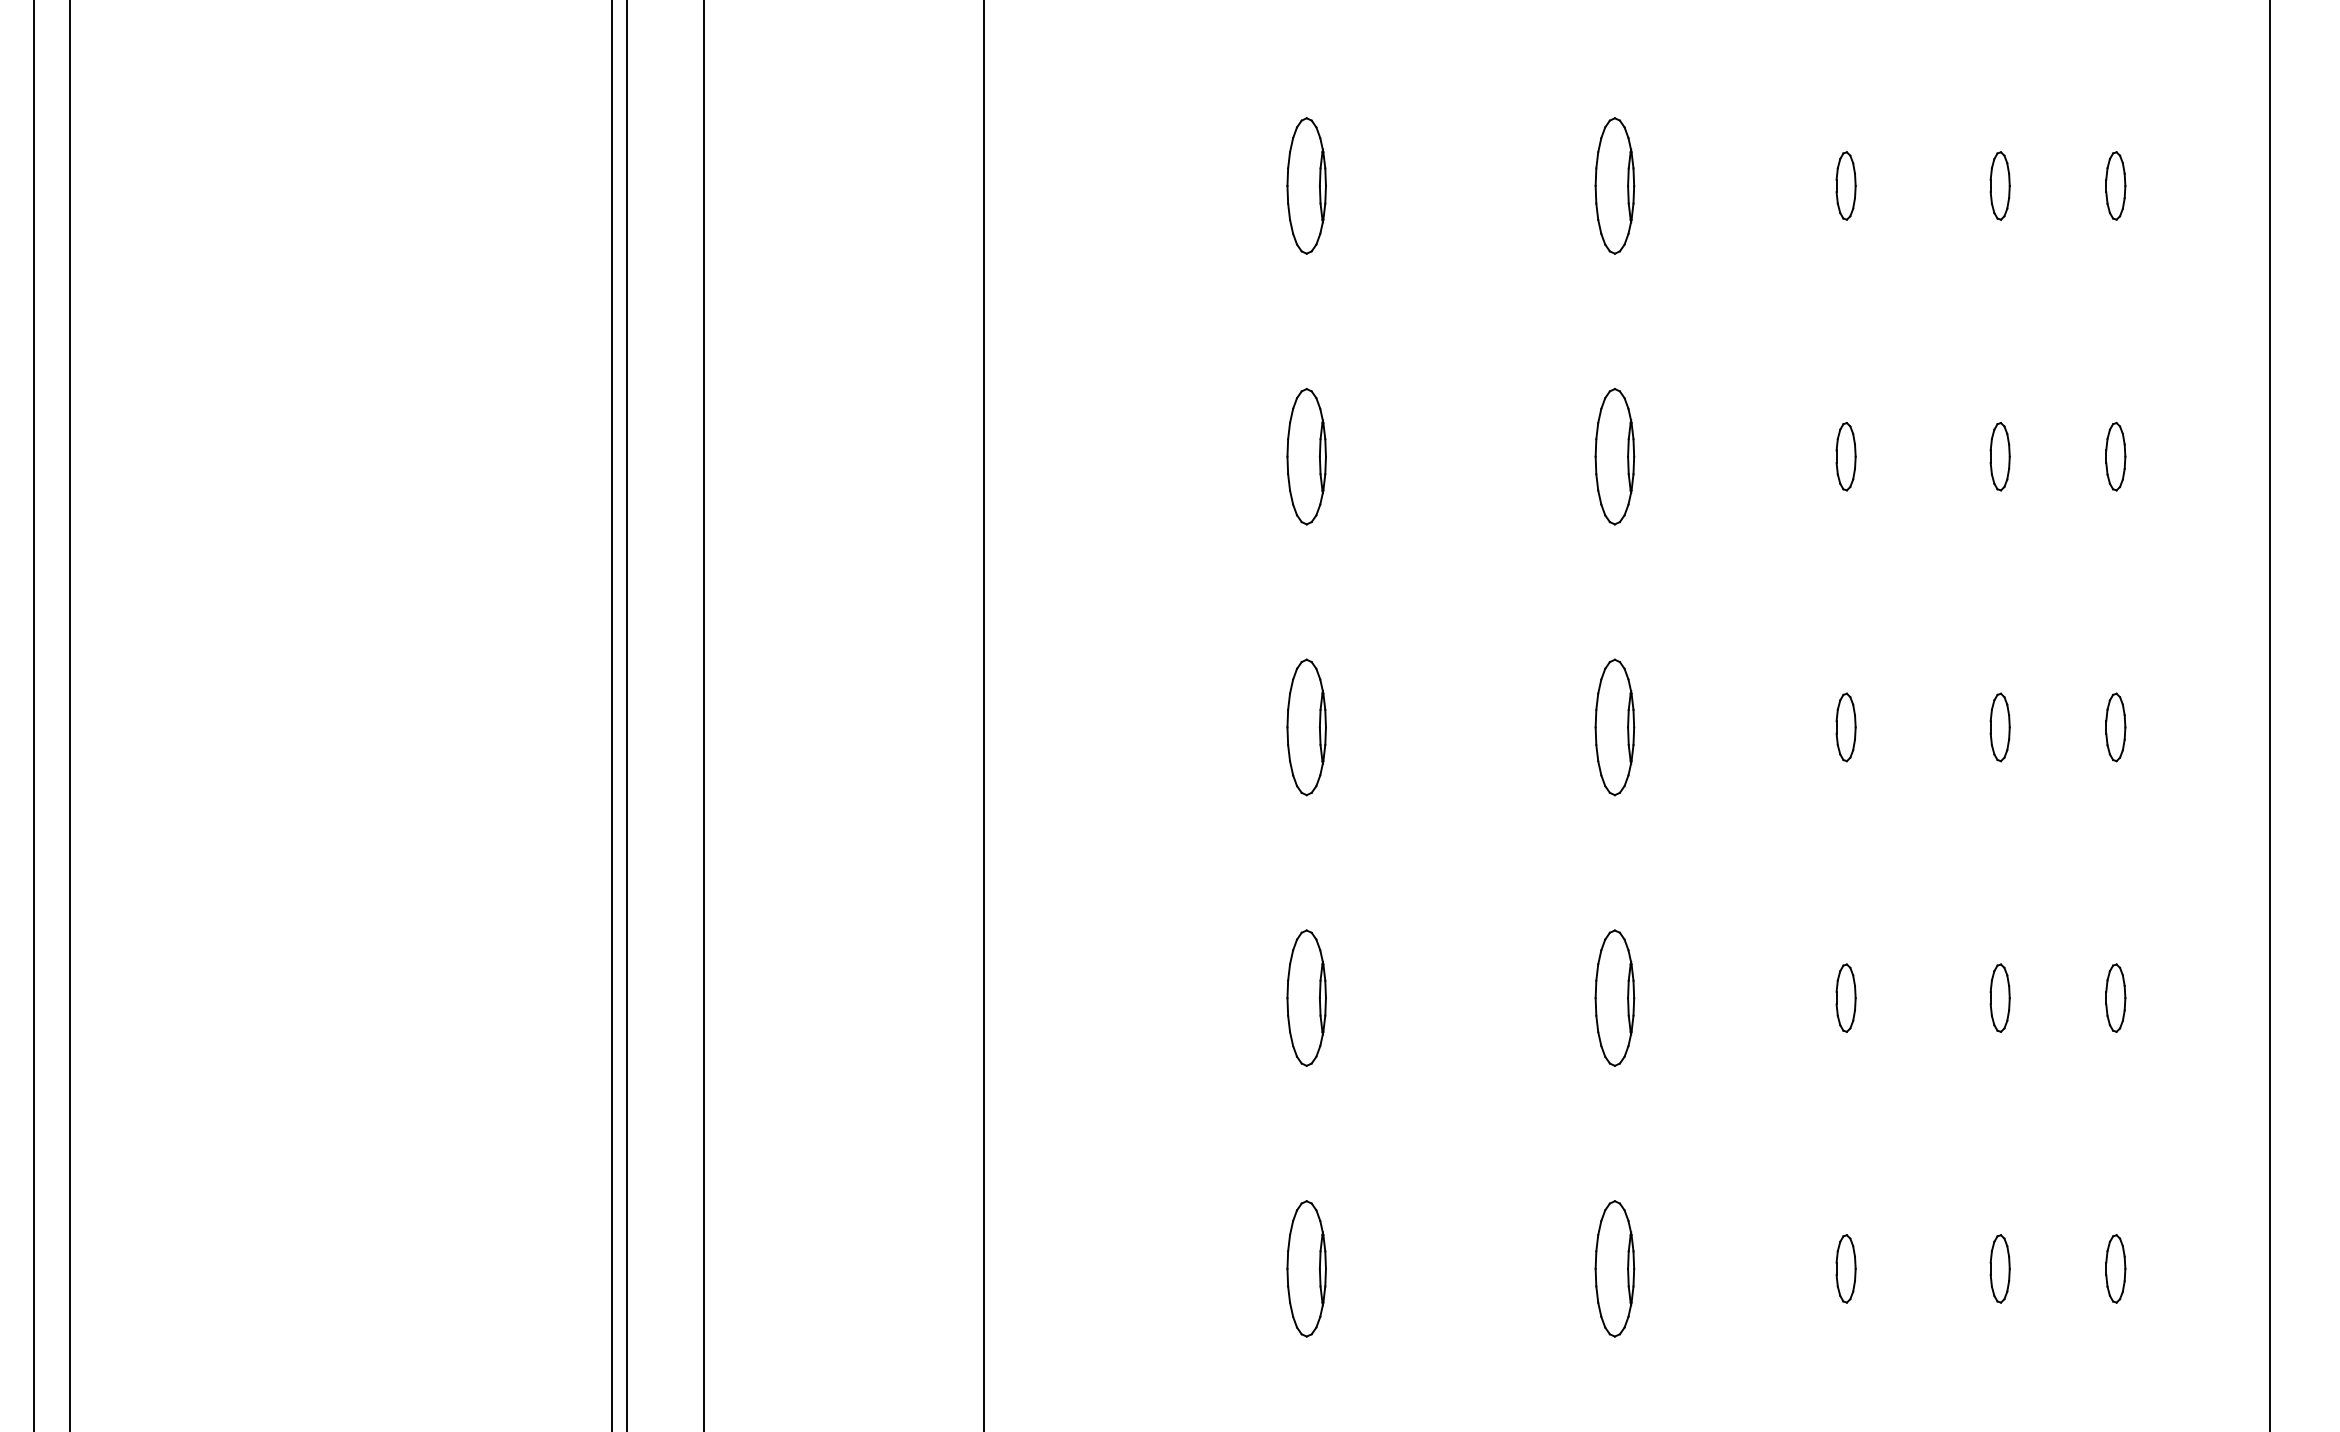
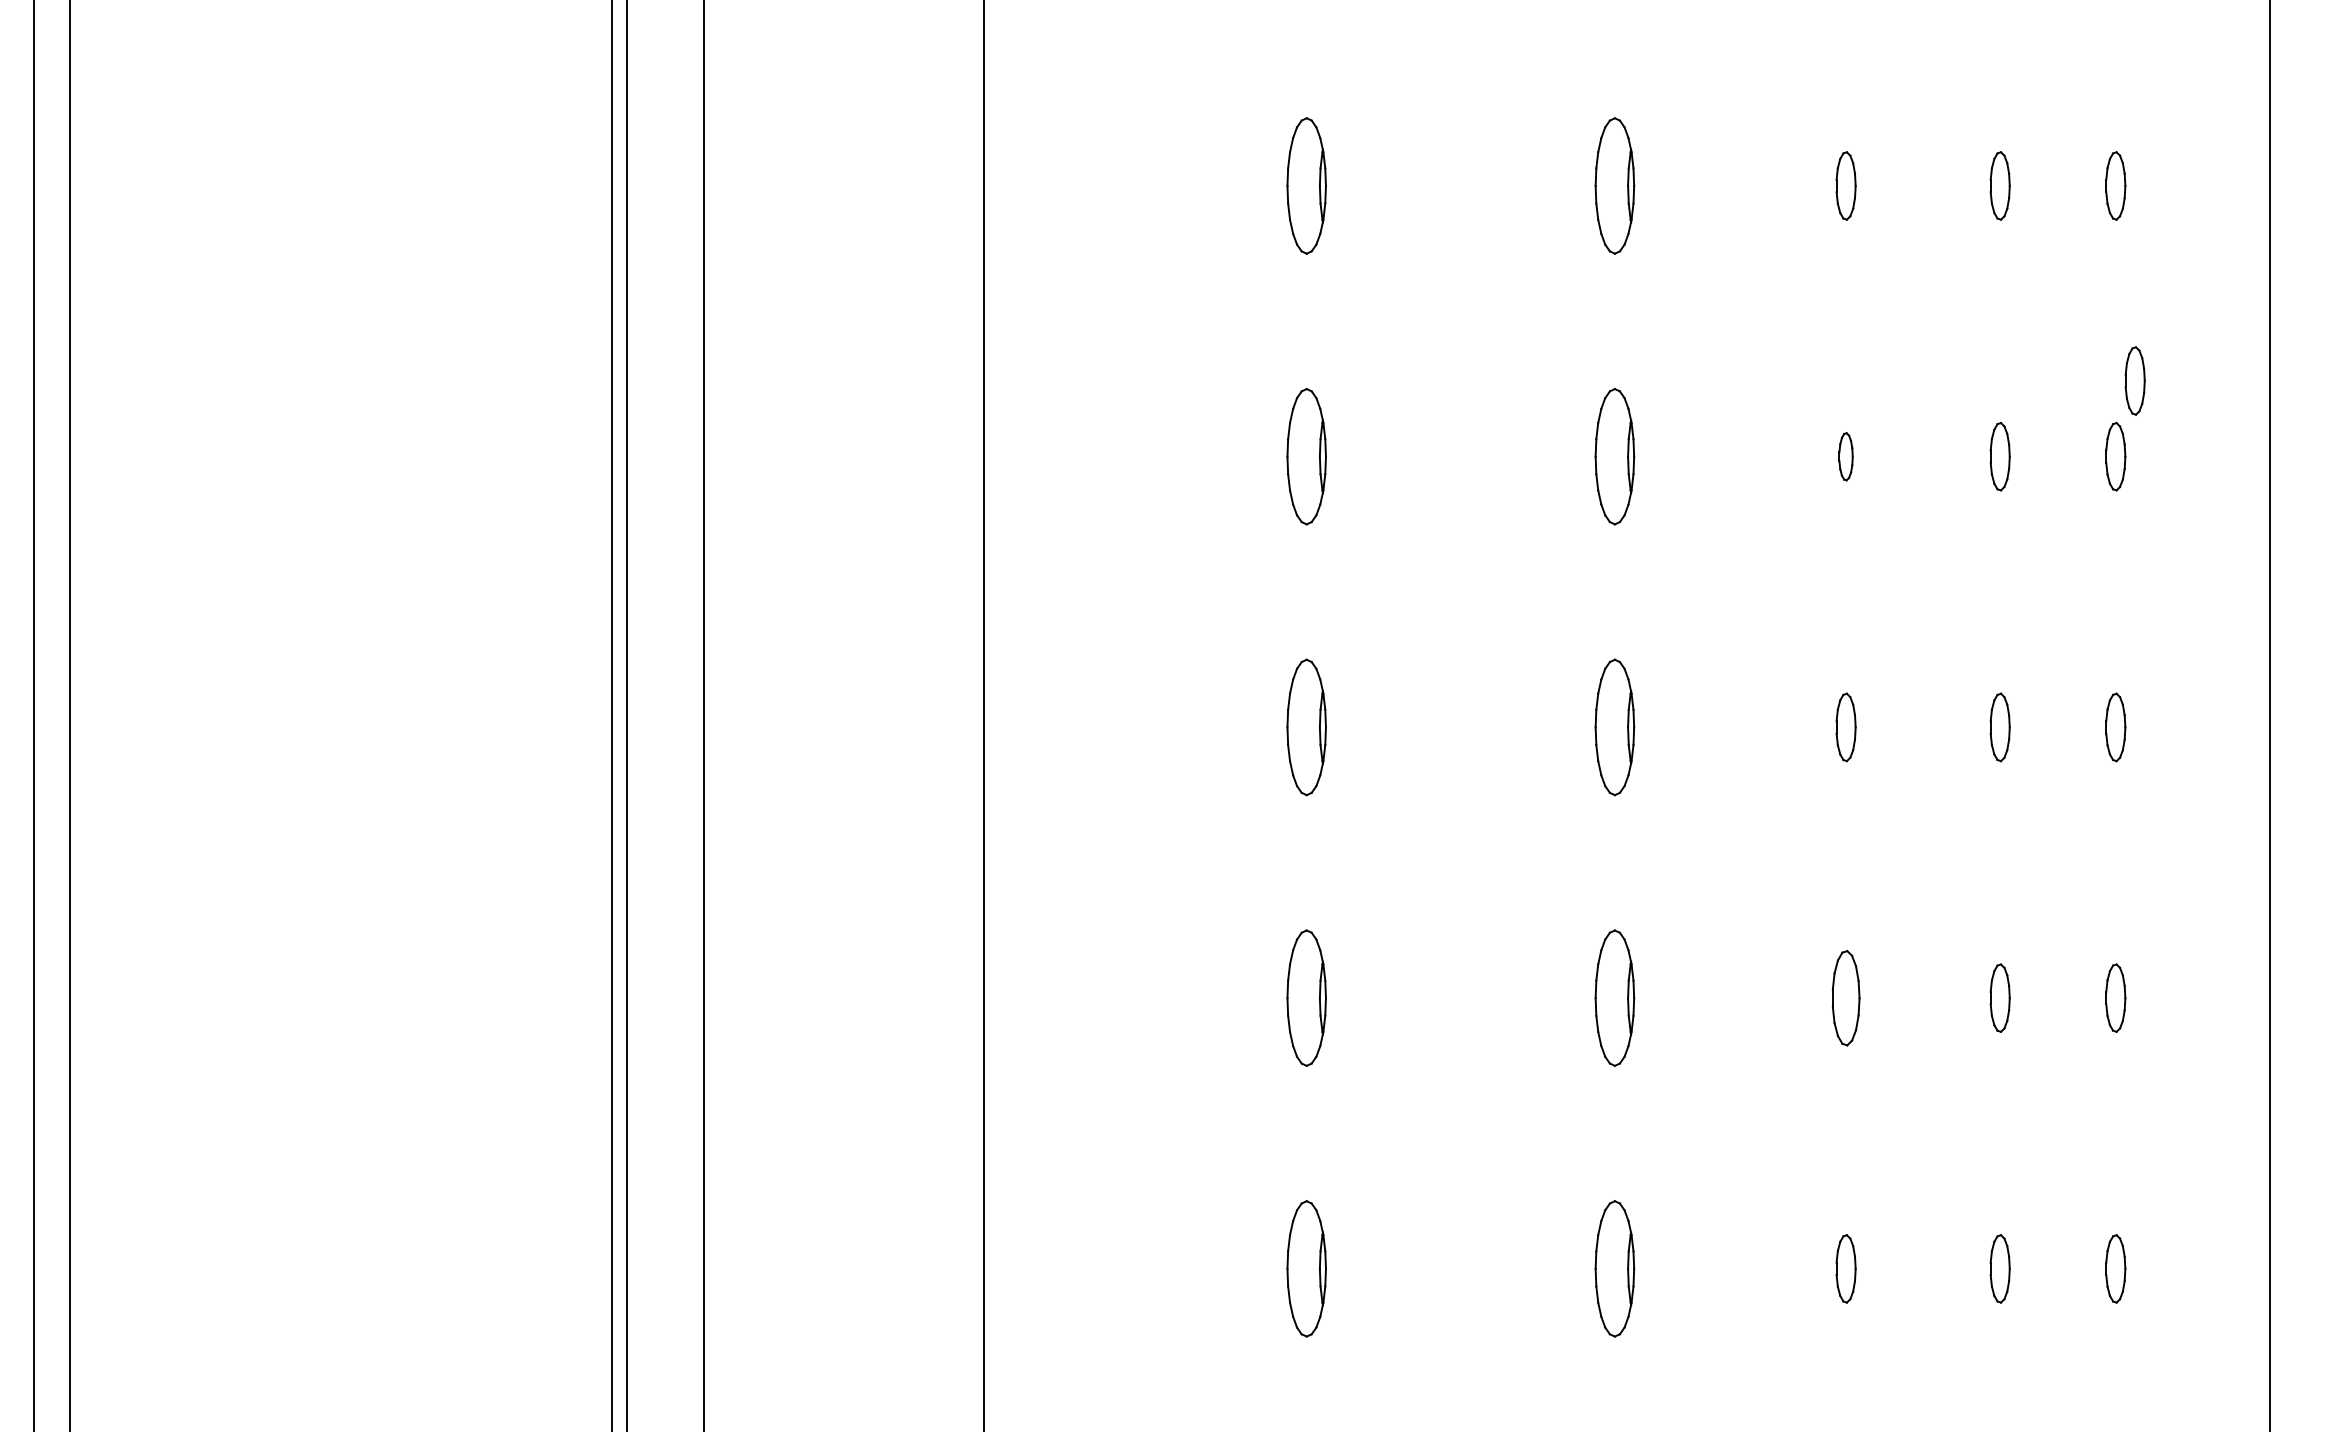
part at (2134, 380): none -> present
part at (1845, 456) size: 22x70 px -> 16x50 px
part at (1845, 997) size: 22x70 px -> 30x97 px
